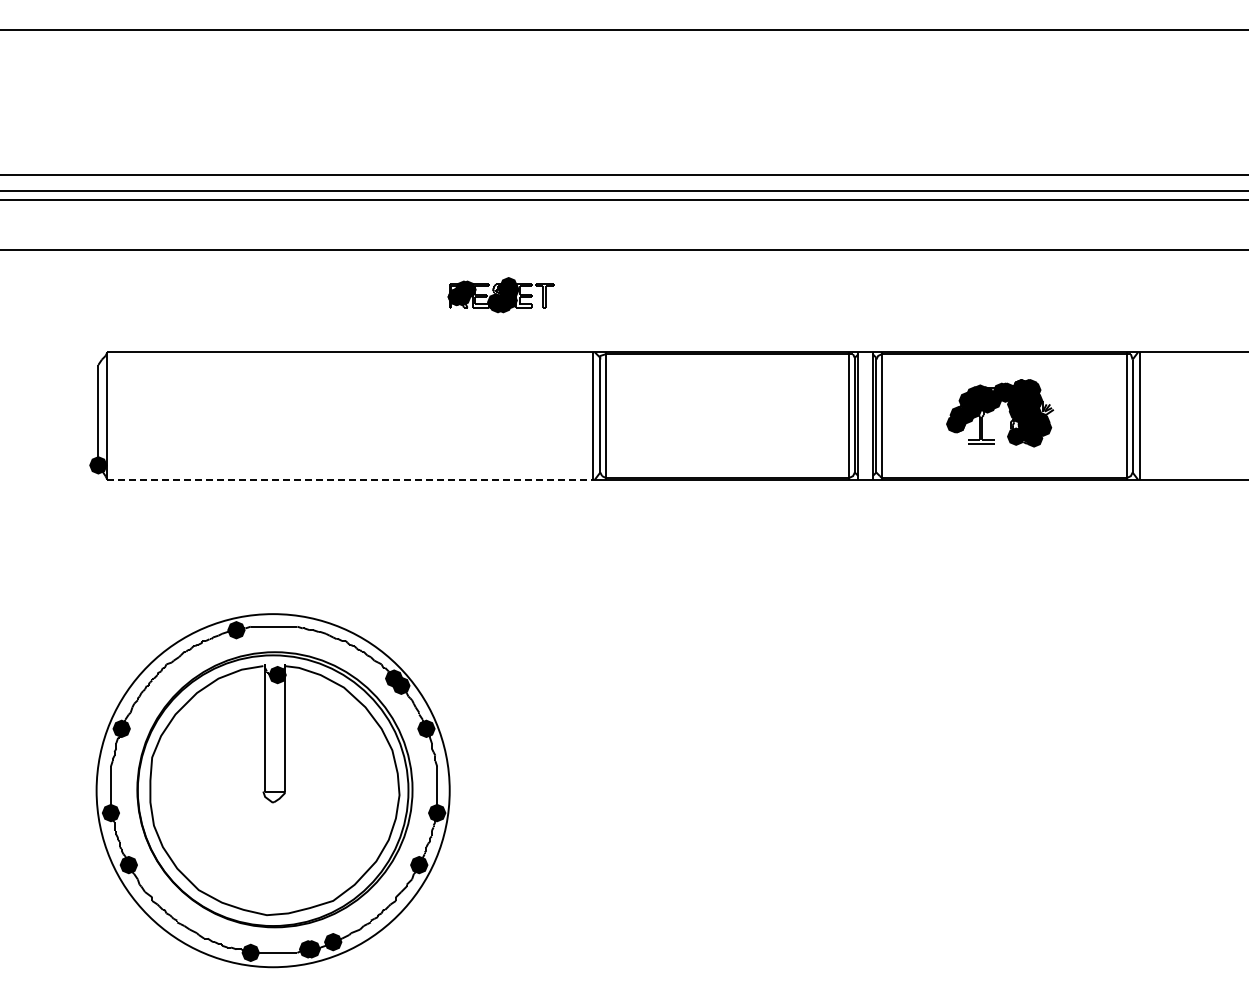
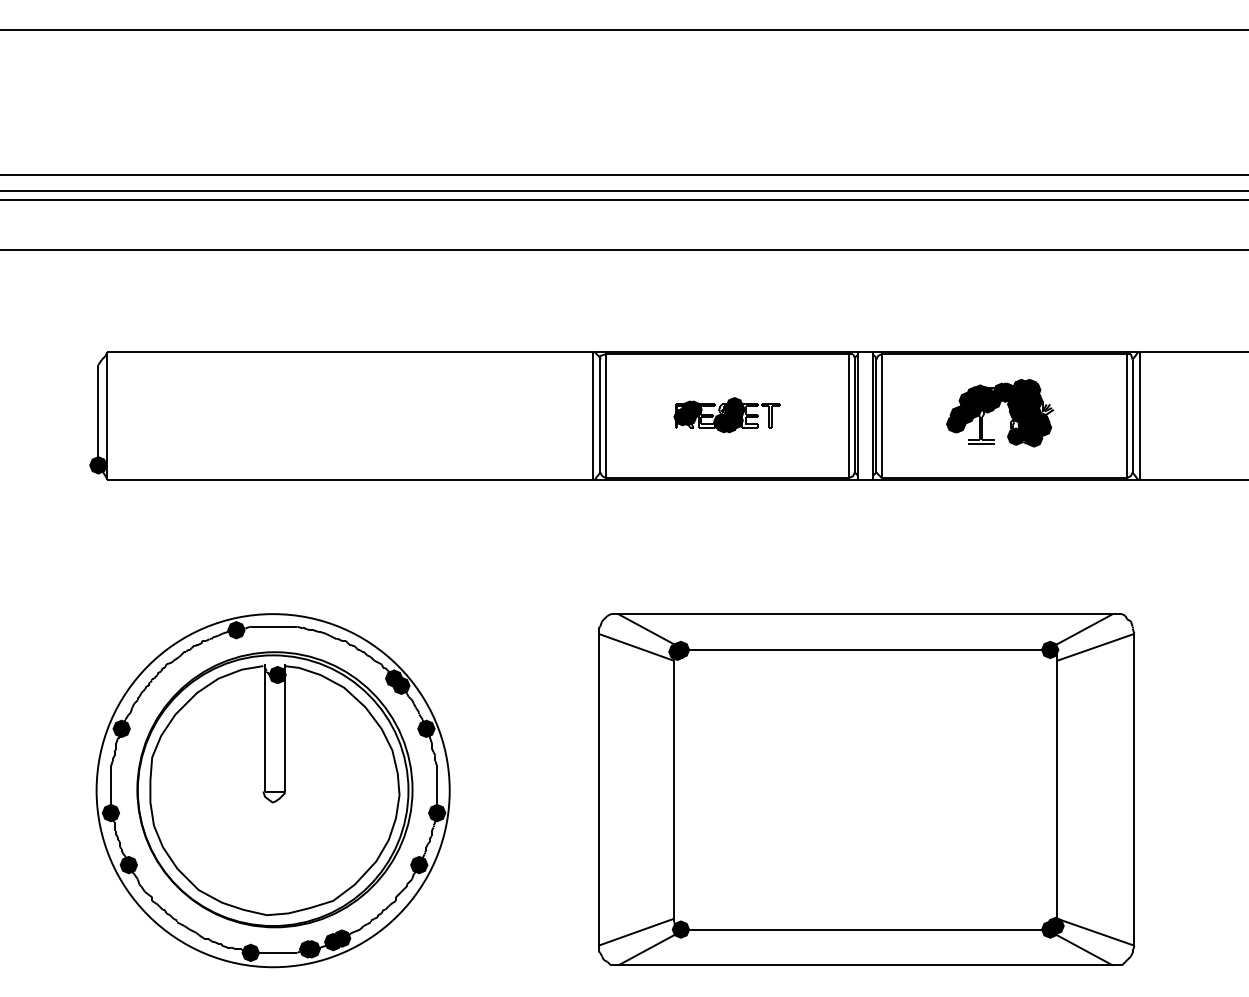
part at (500, 295) position: (500, 295) -> (726, 415)
line at (350, 479): dashed -> solid
part at (866, 789): none -> present
fill at (341, 938): none -> present
